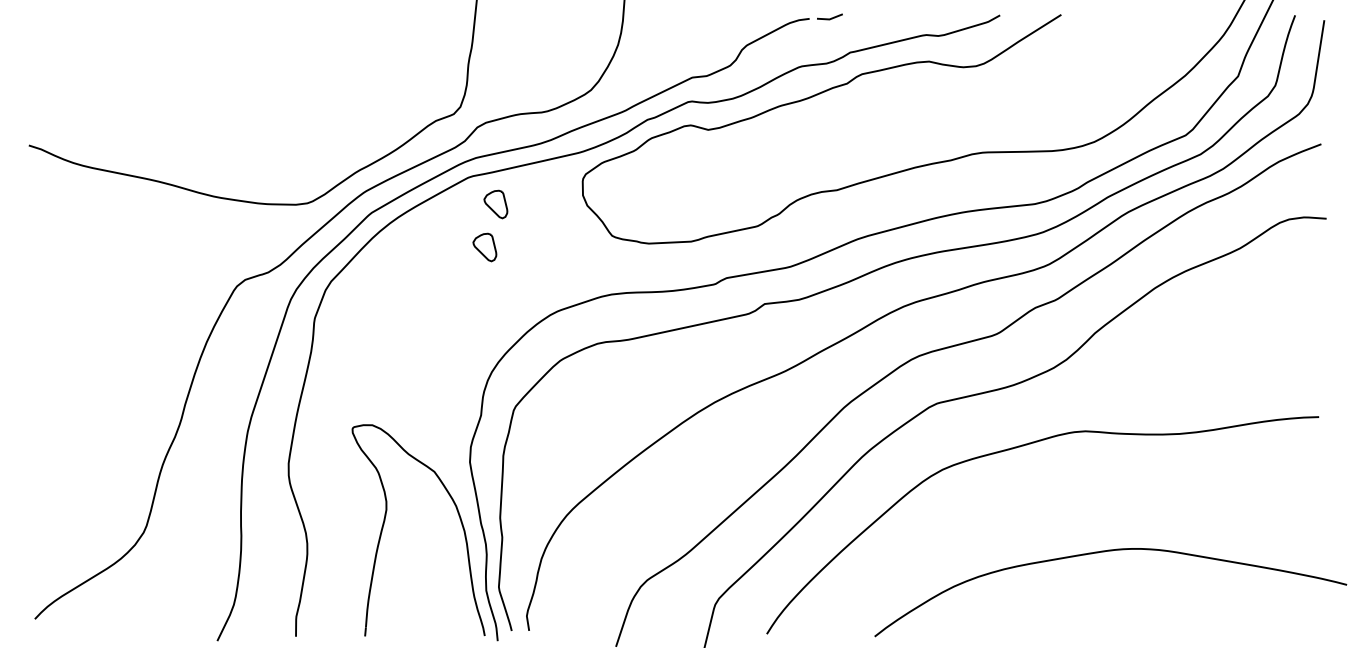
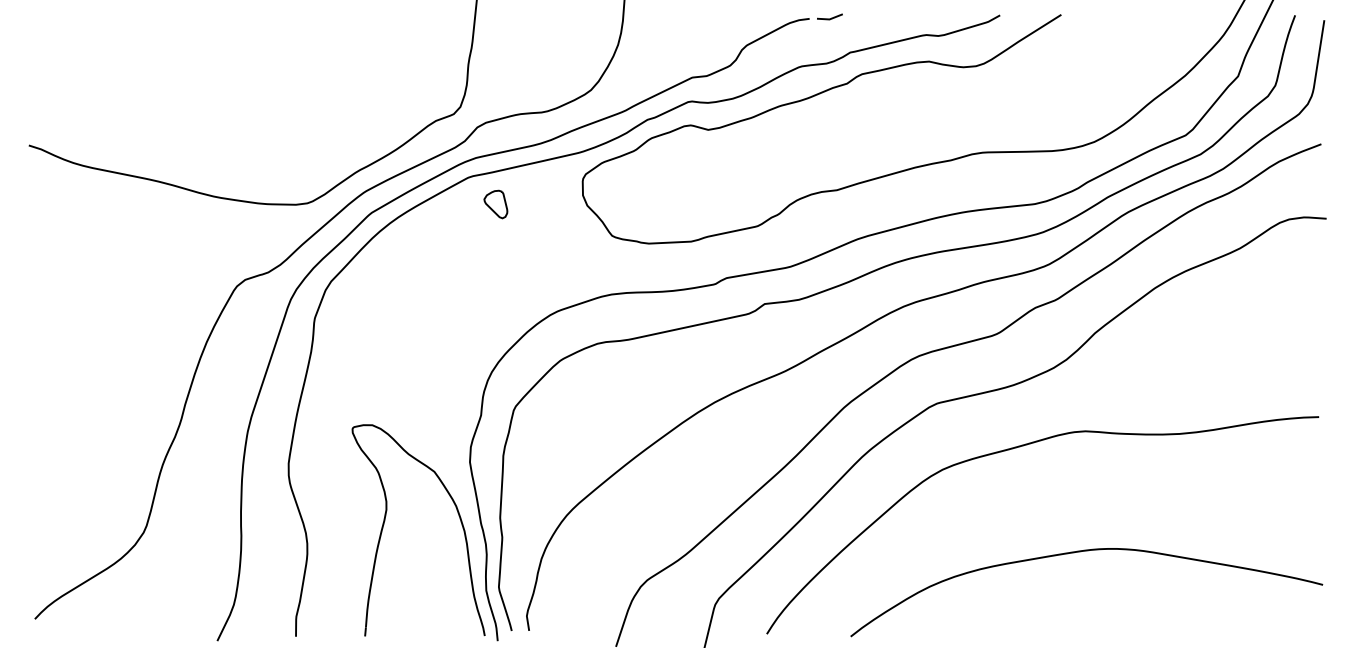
part at (484, 247): present -> none
curve at (1104, 552) position: (1104, 552) -> (1080, 552)
